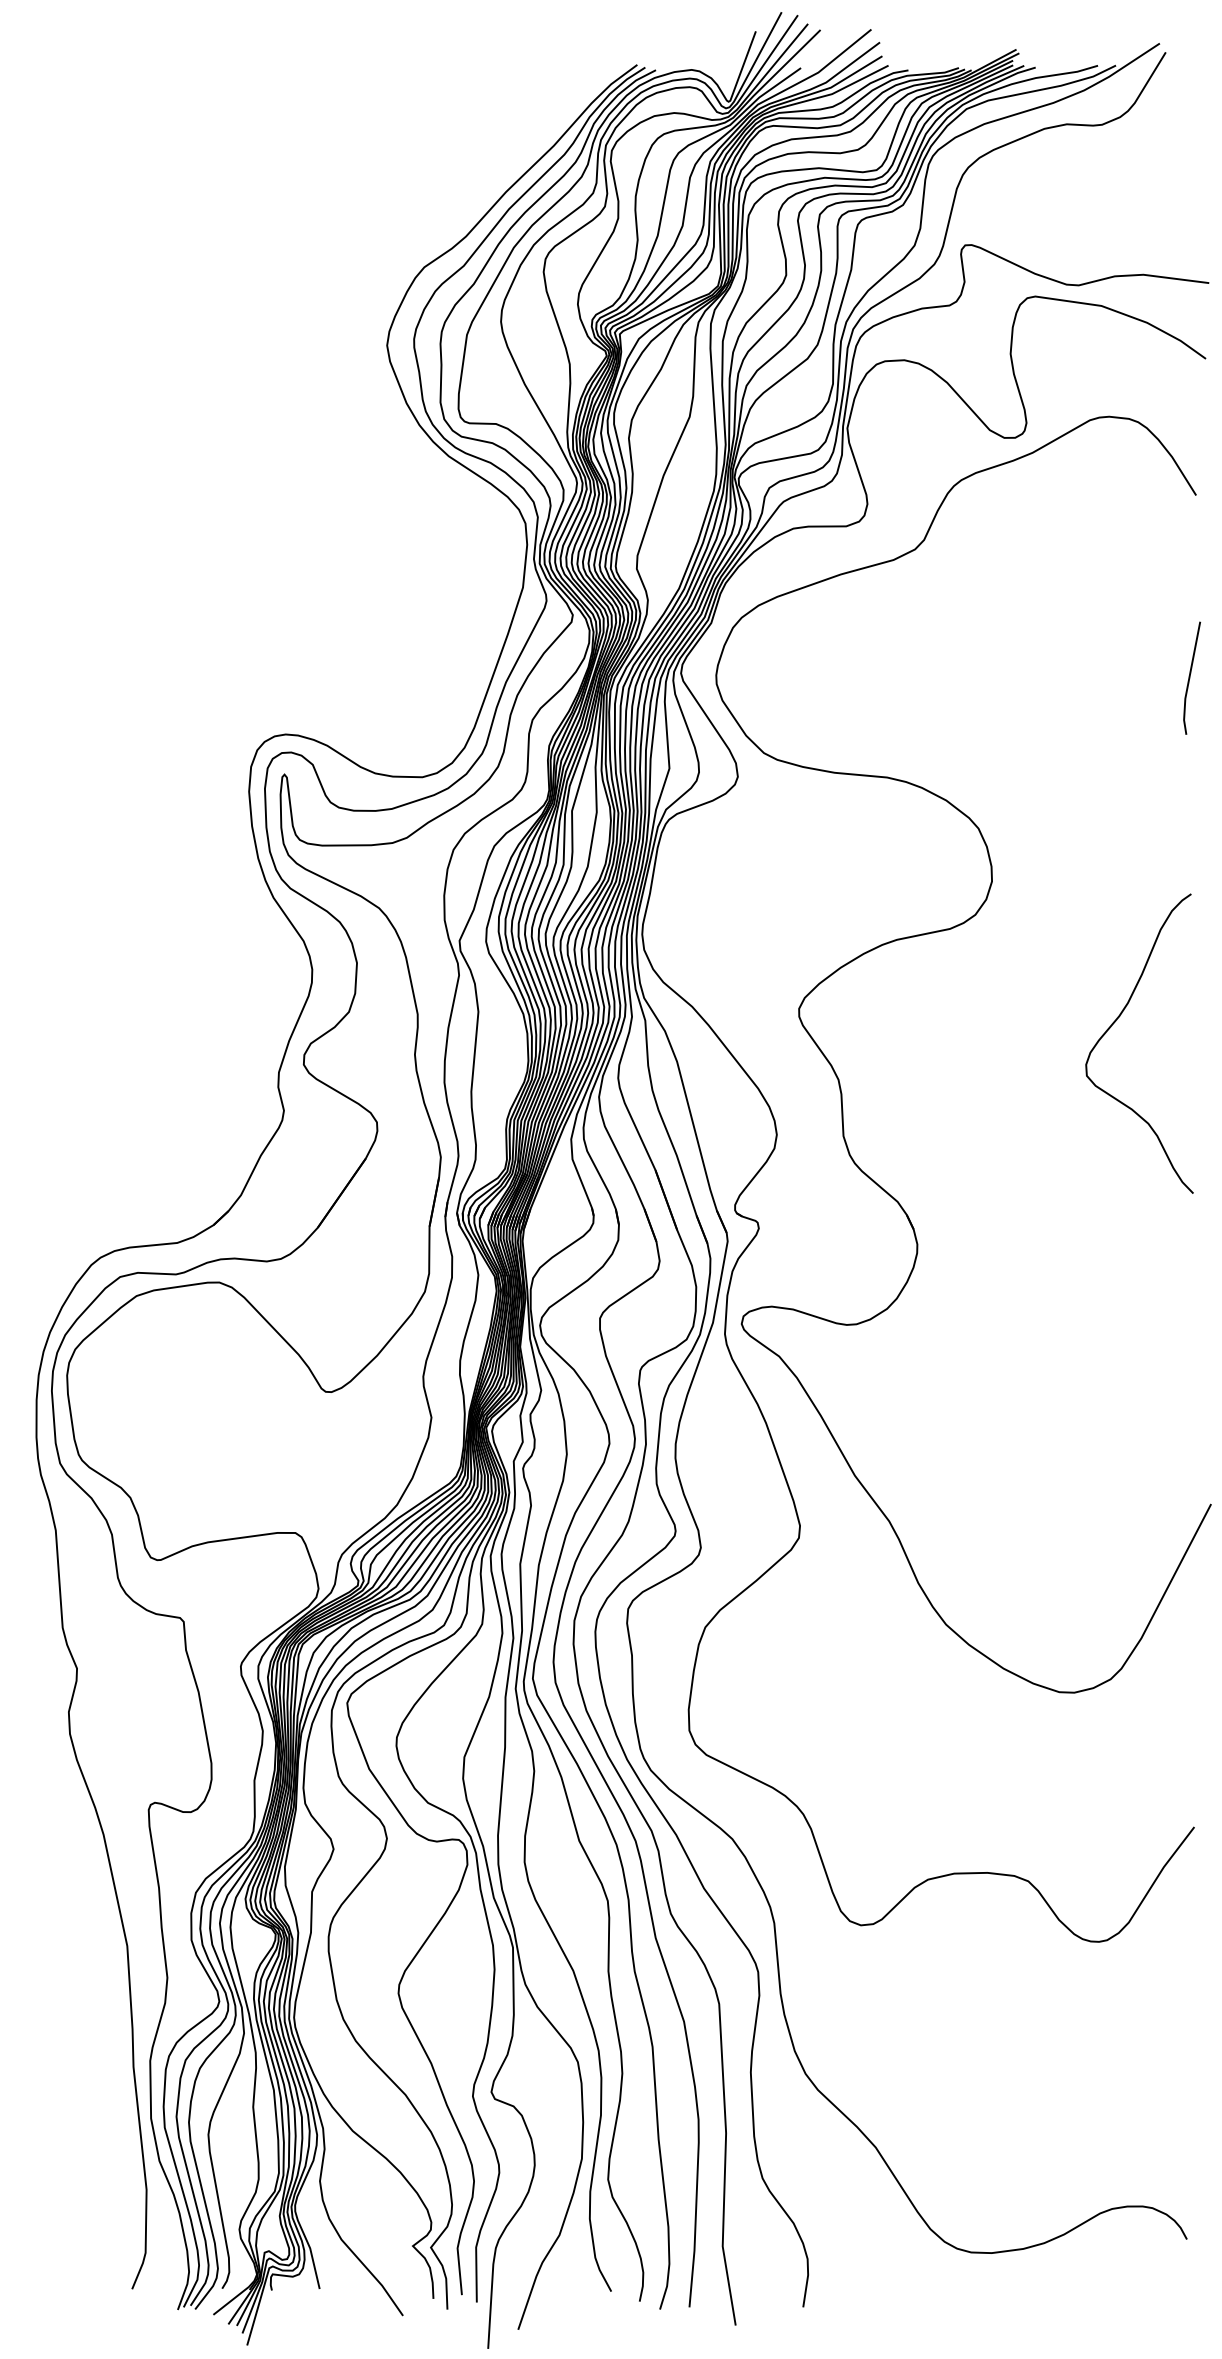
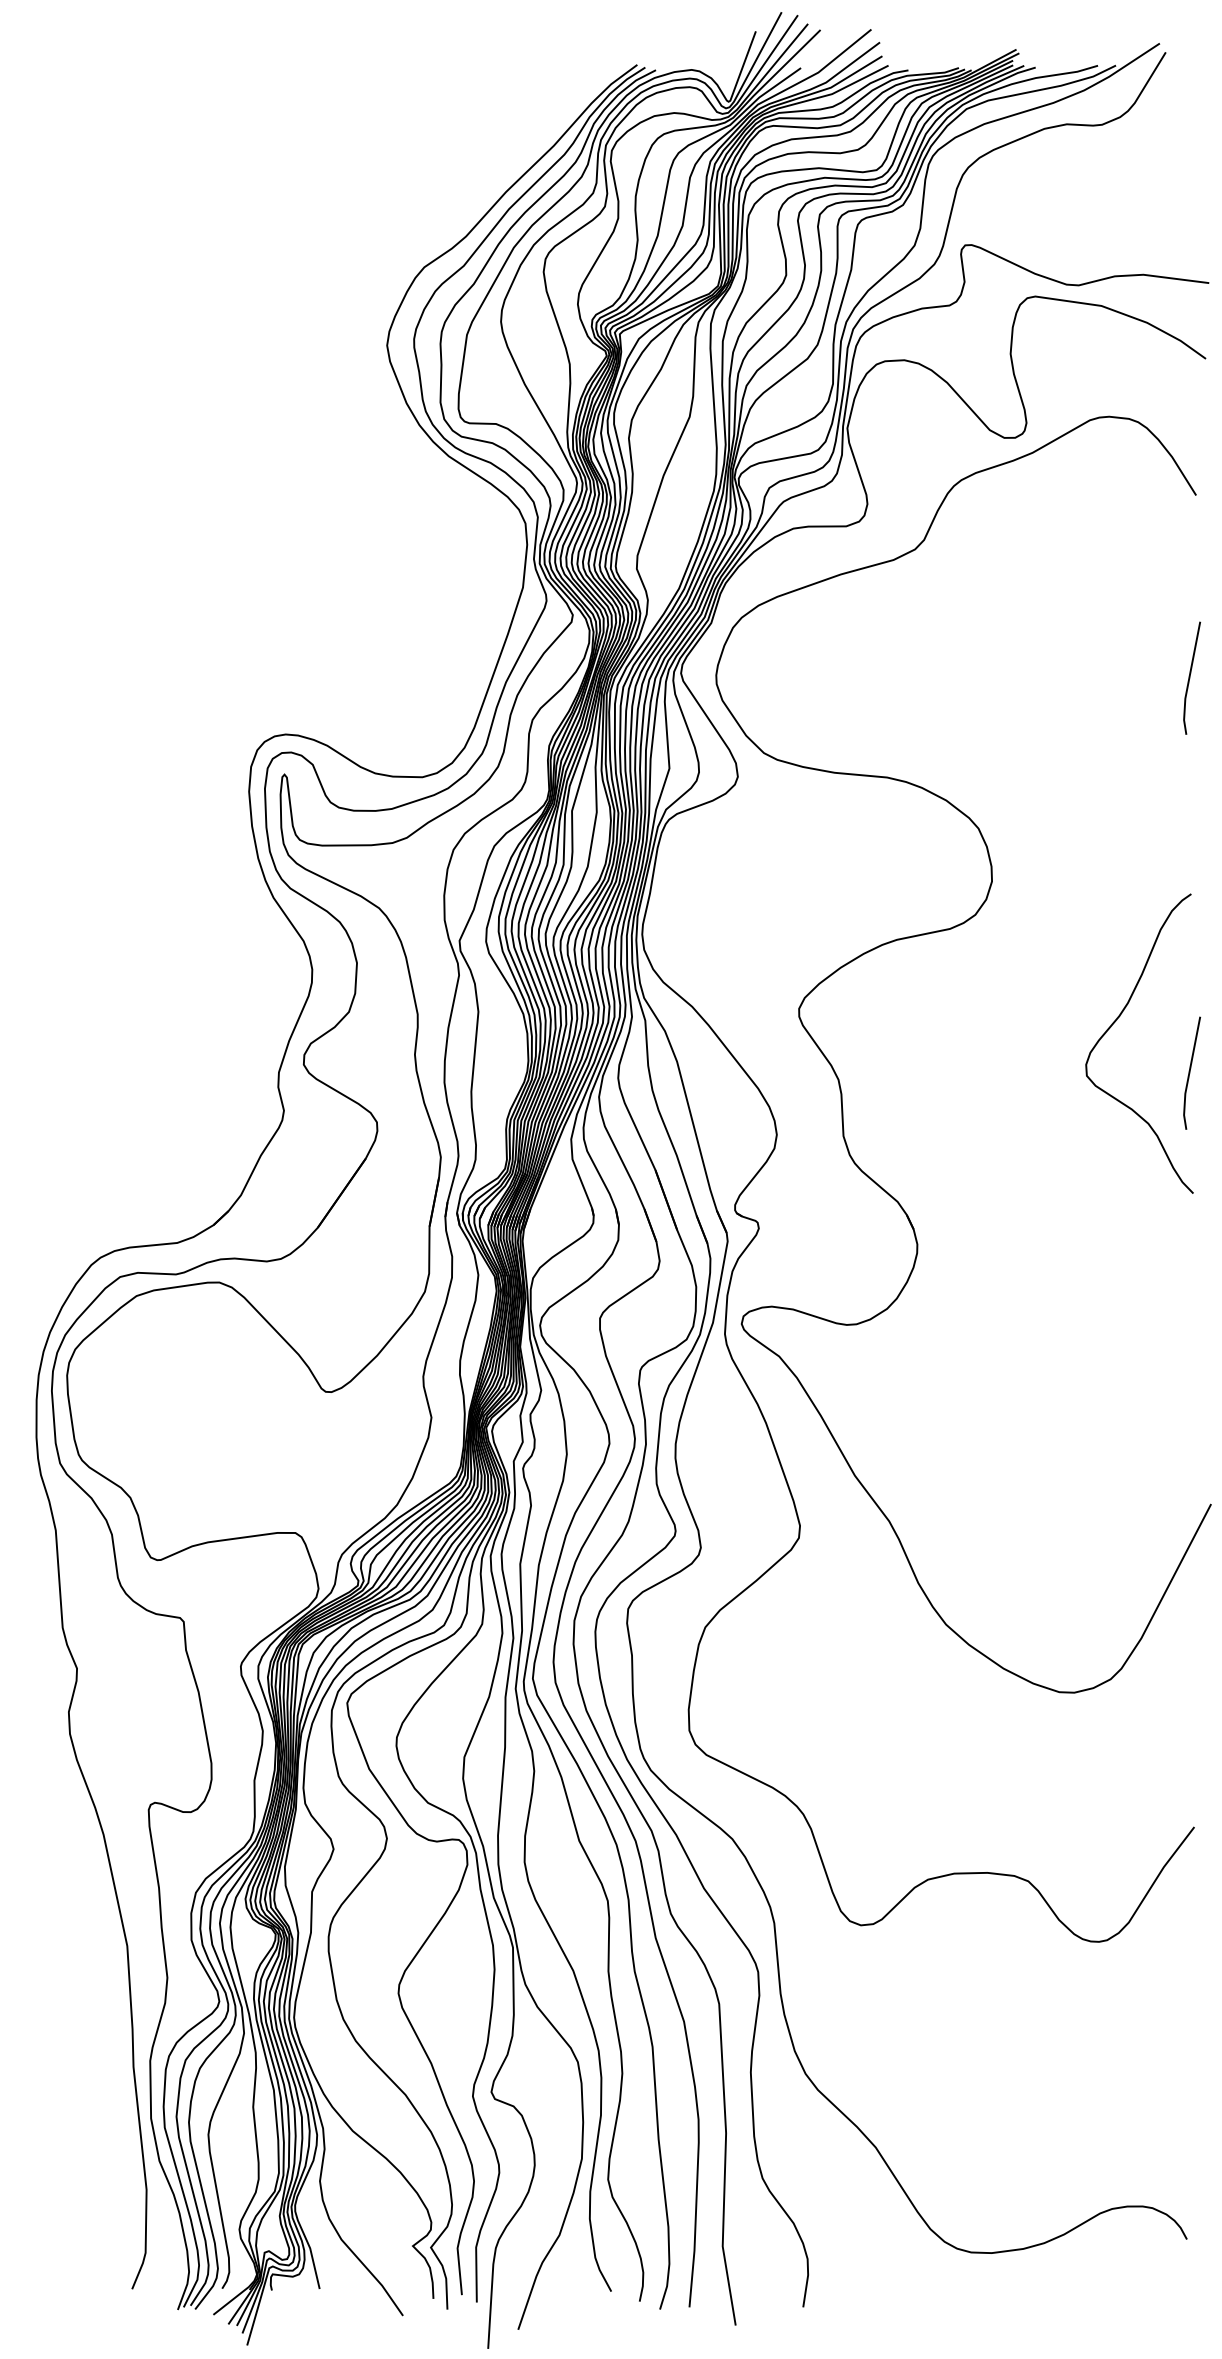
line at (1190, 1072): none -> present
